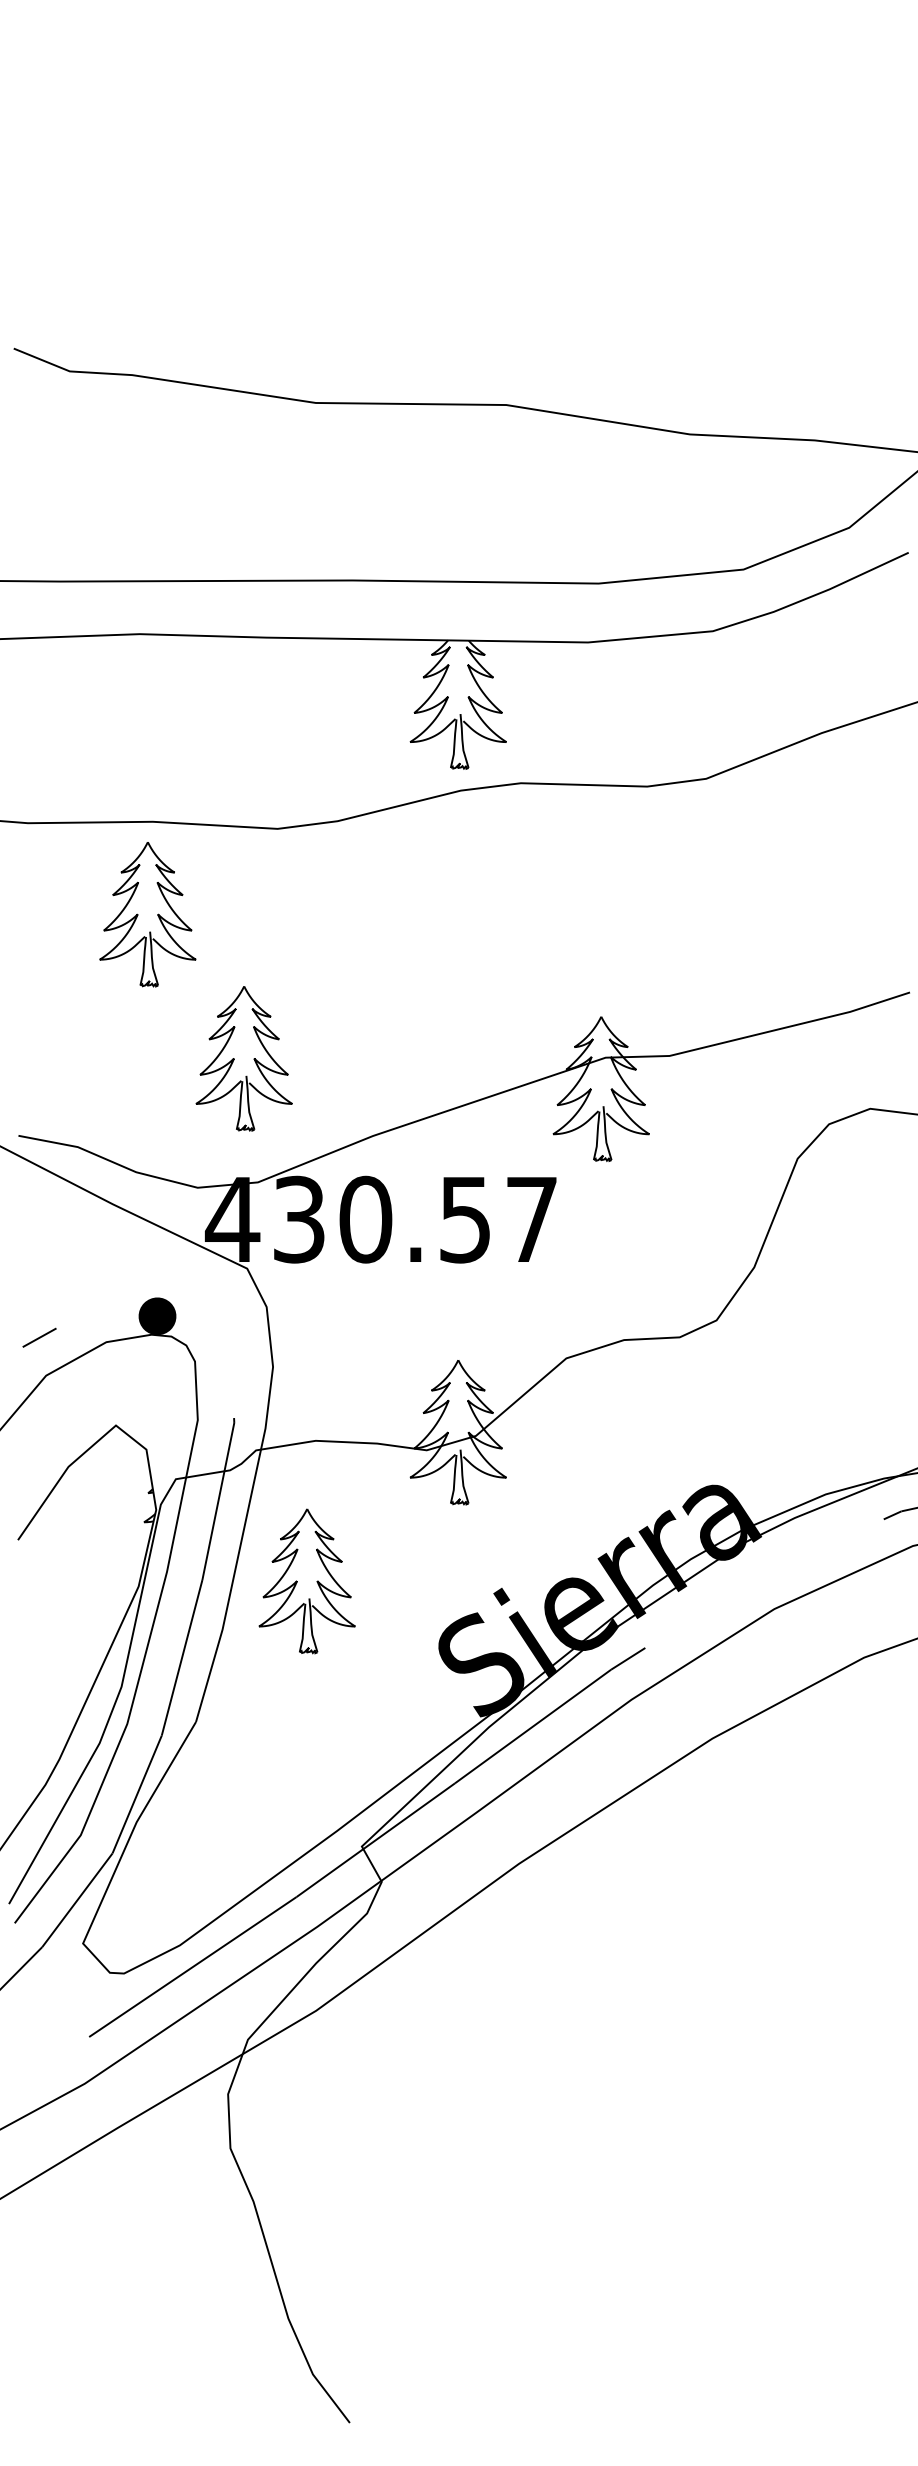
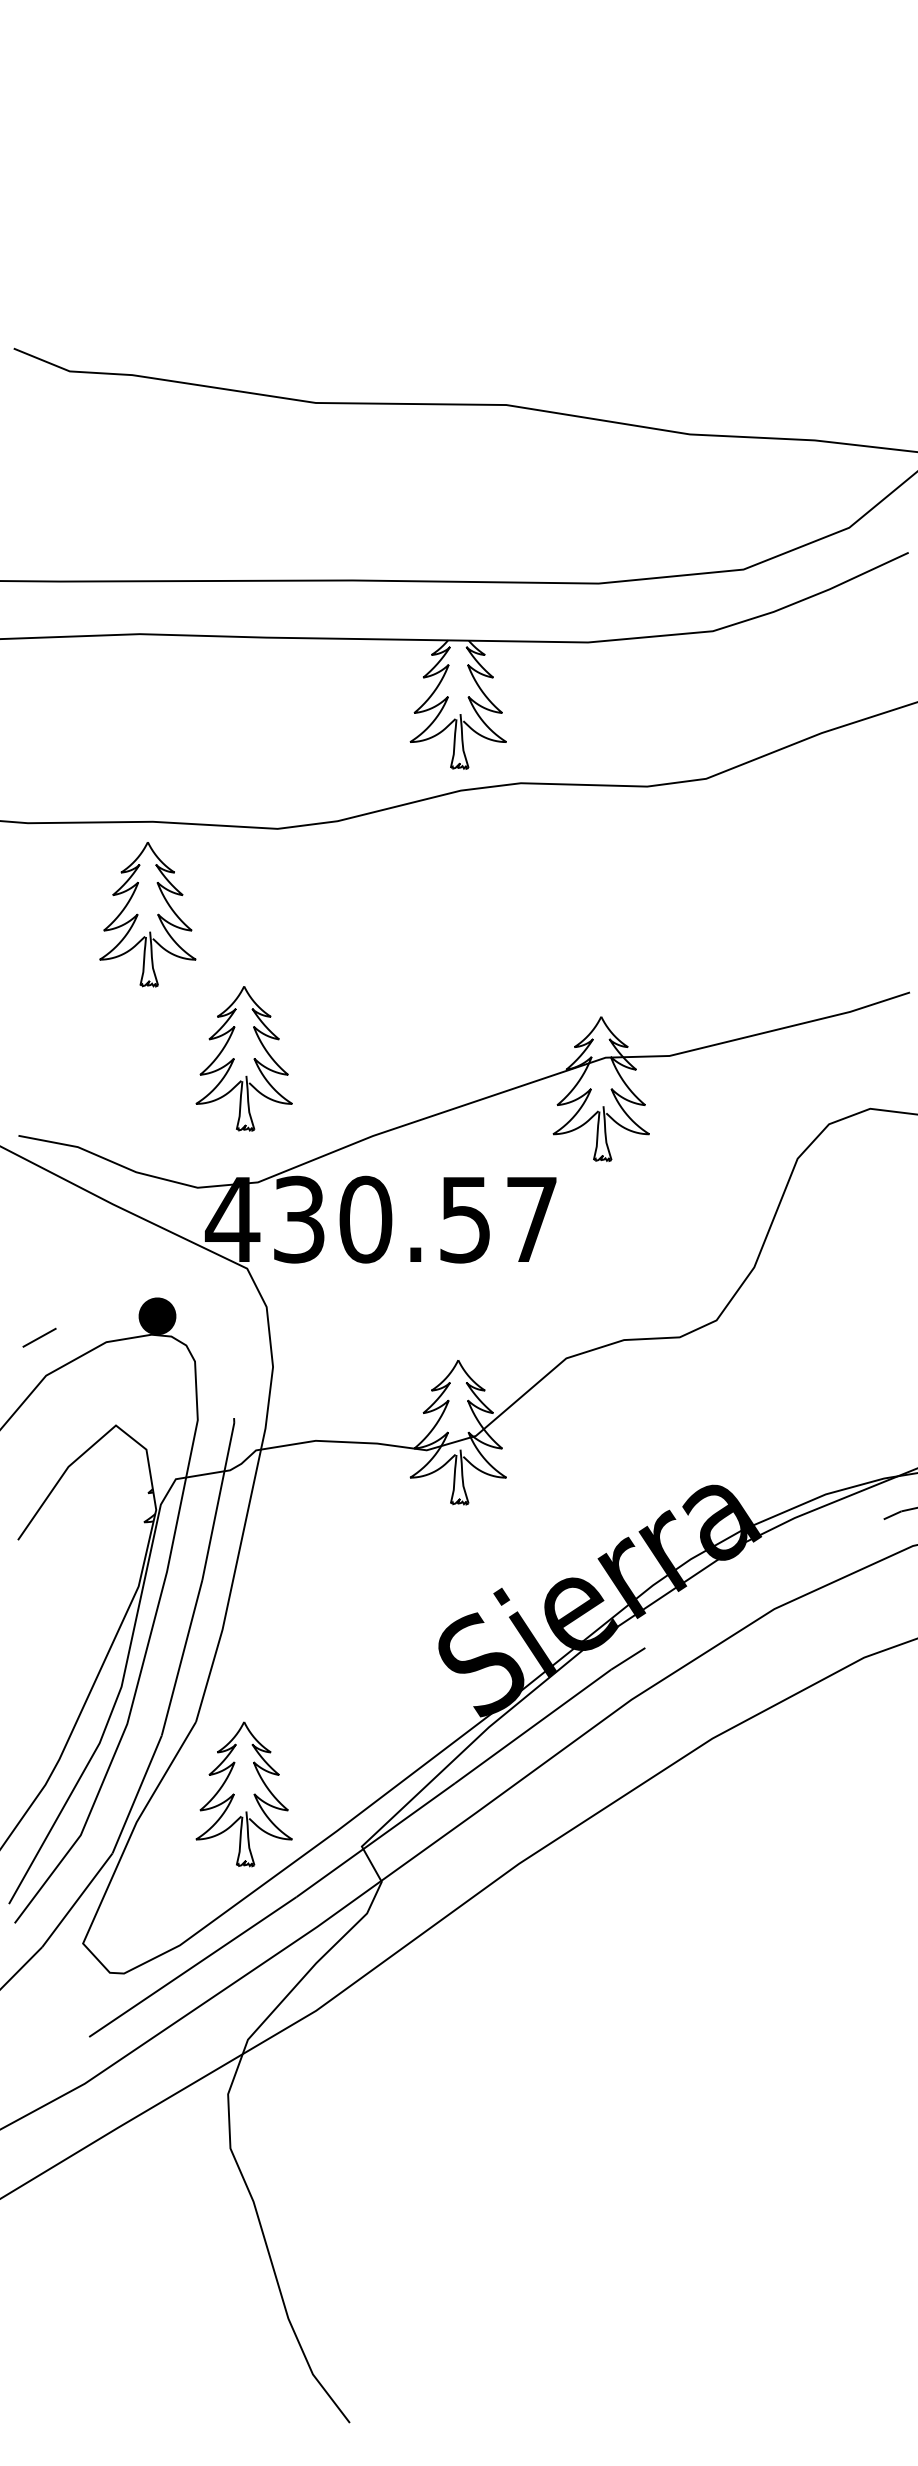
part at (306, 1581) position: (306, 1581) -> (243, 1794)
